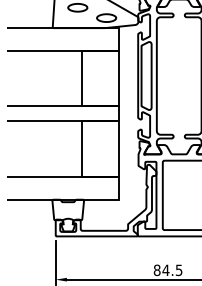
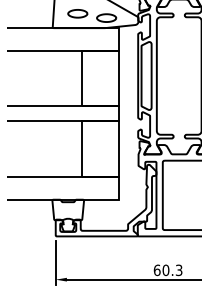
part at (77, 7) position: (77, 7) -> (77, 13)
text at (167, 270): 84.5 -> 60.3
